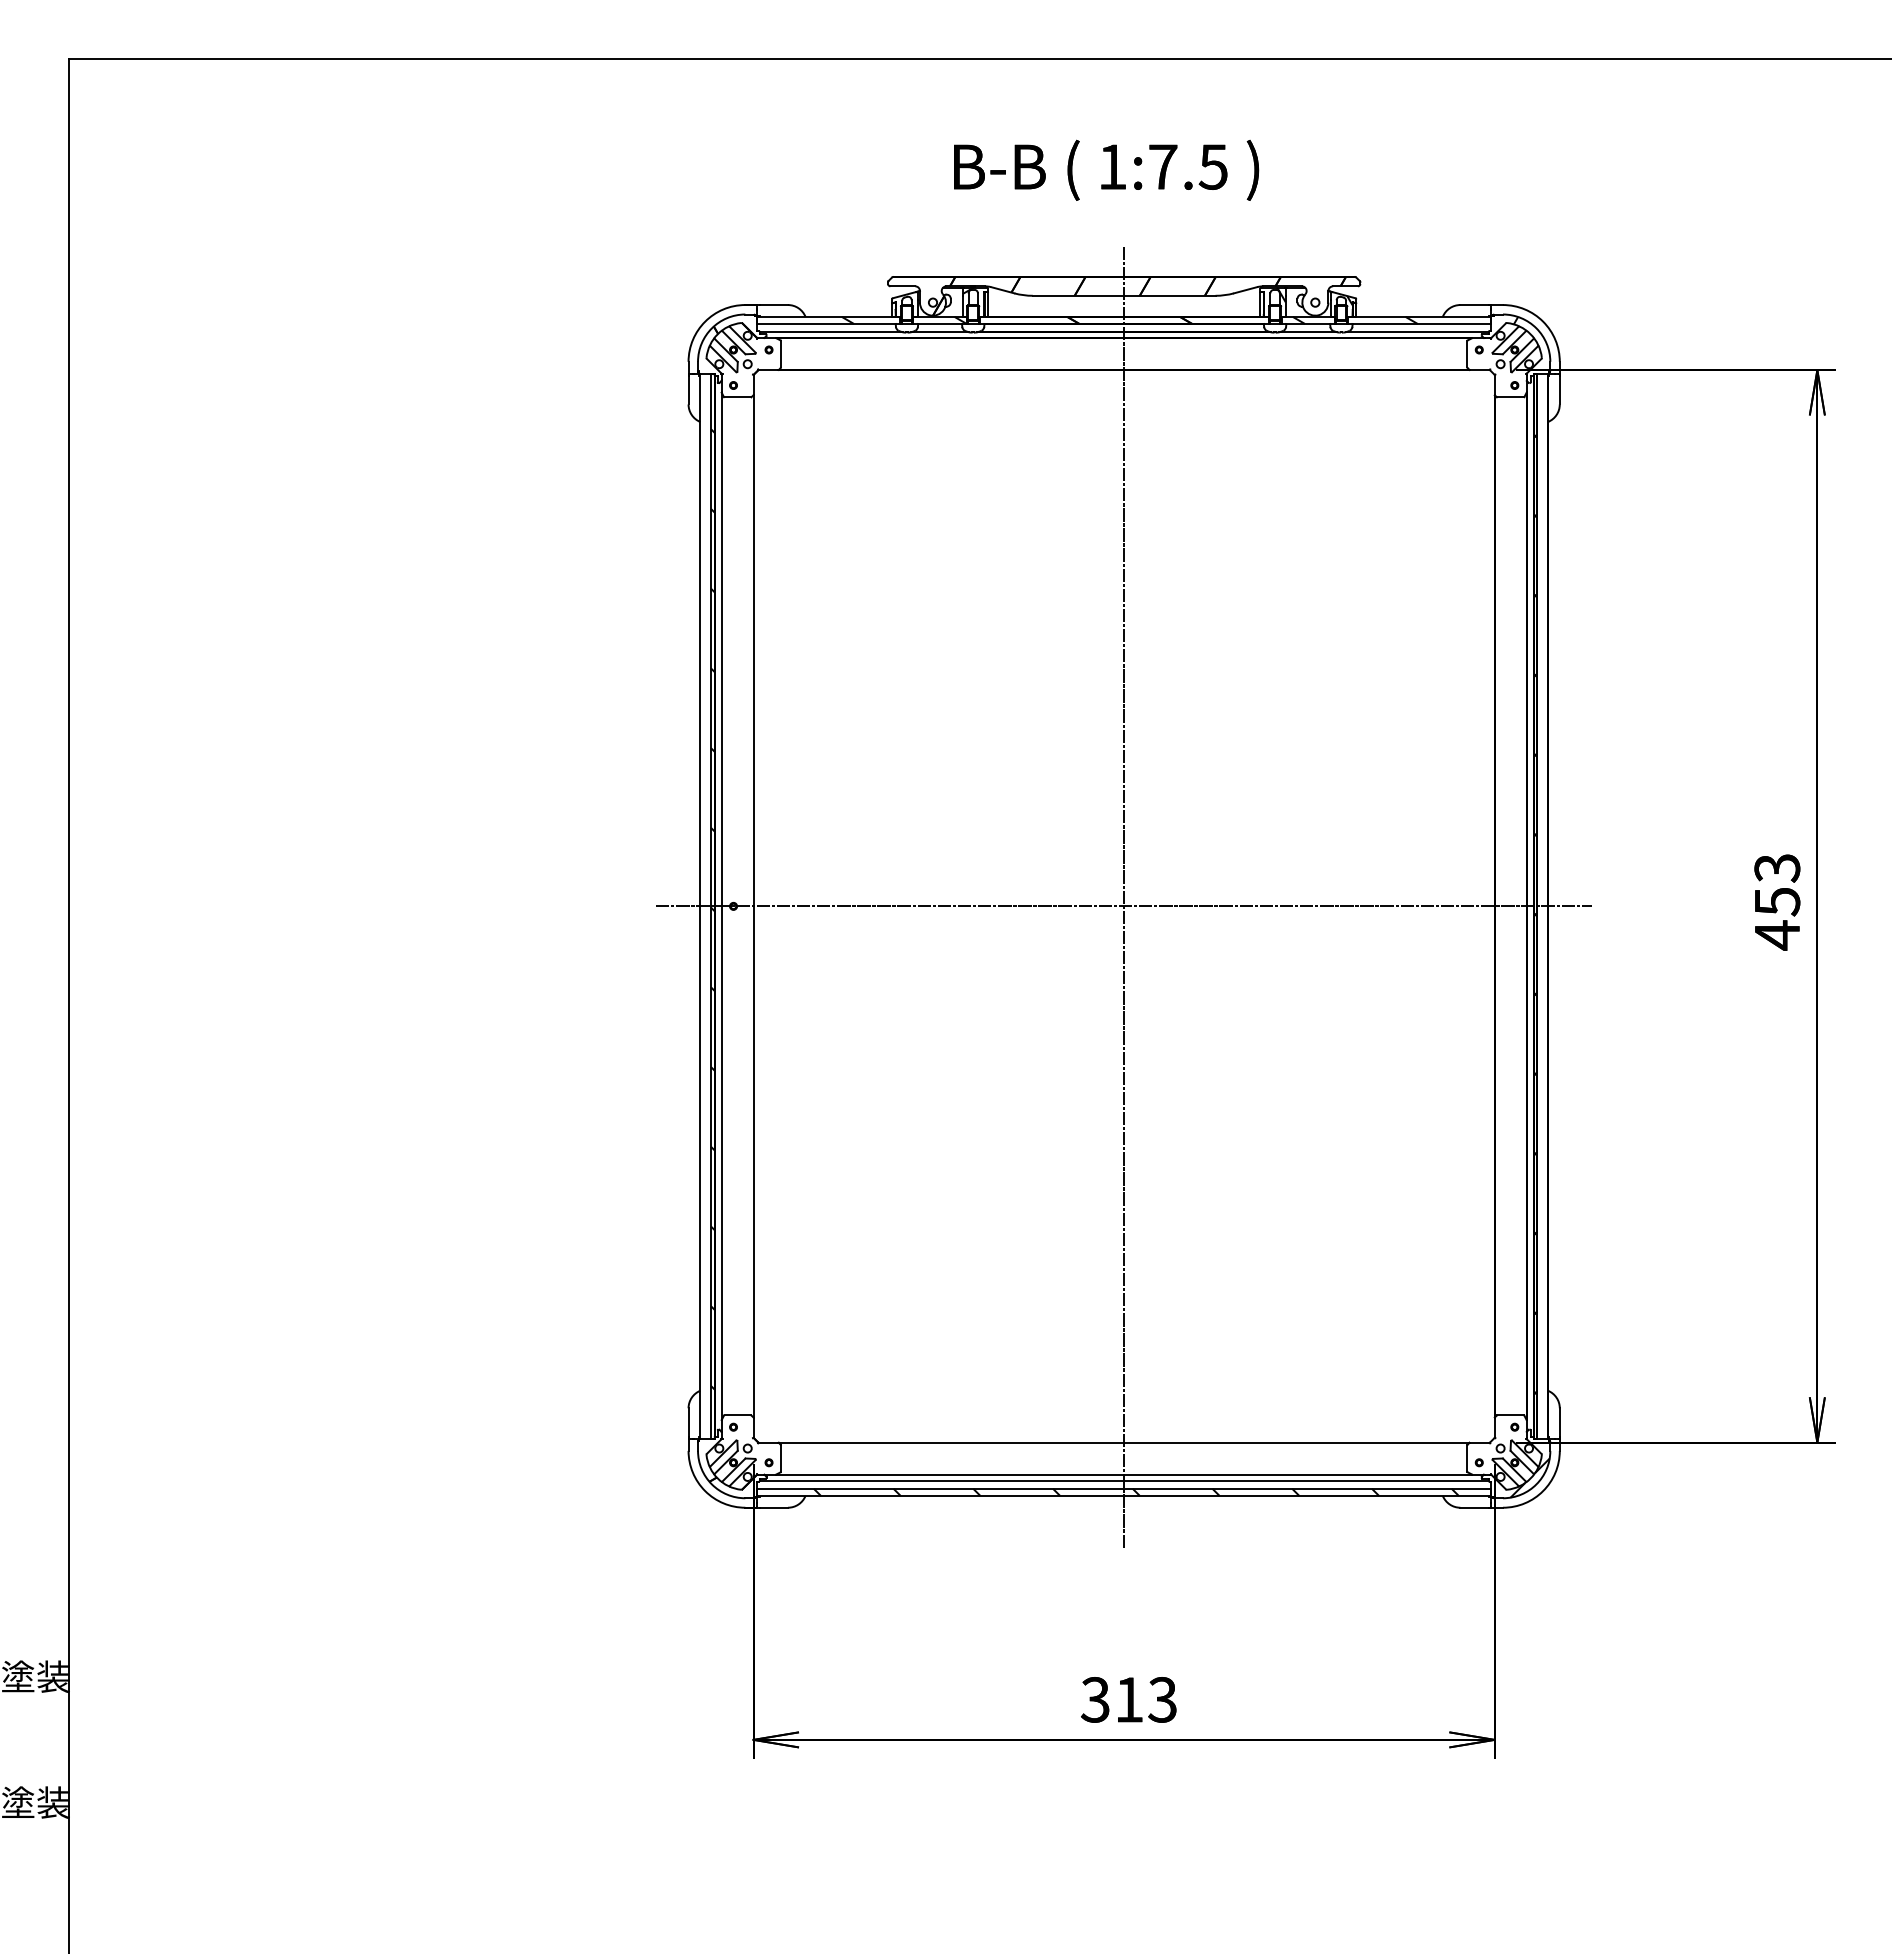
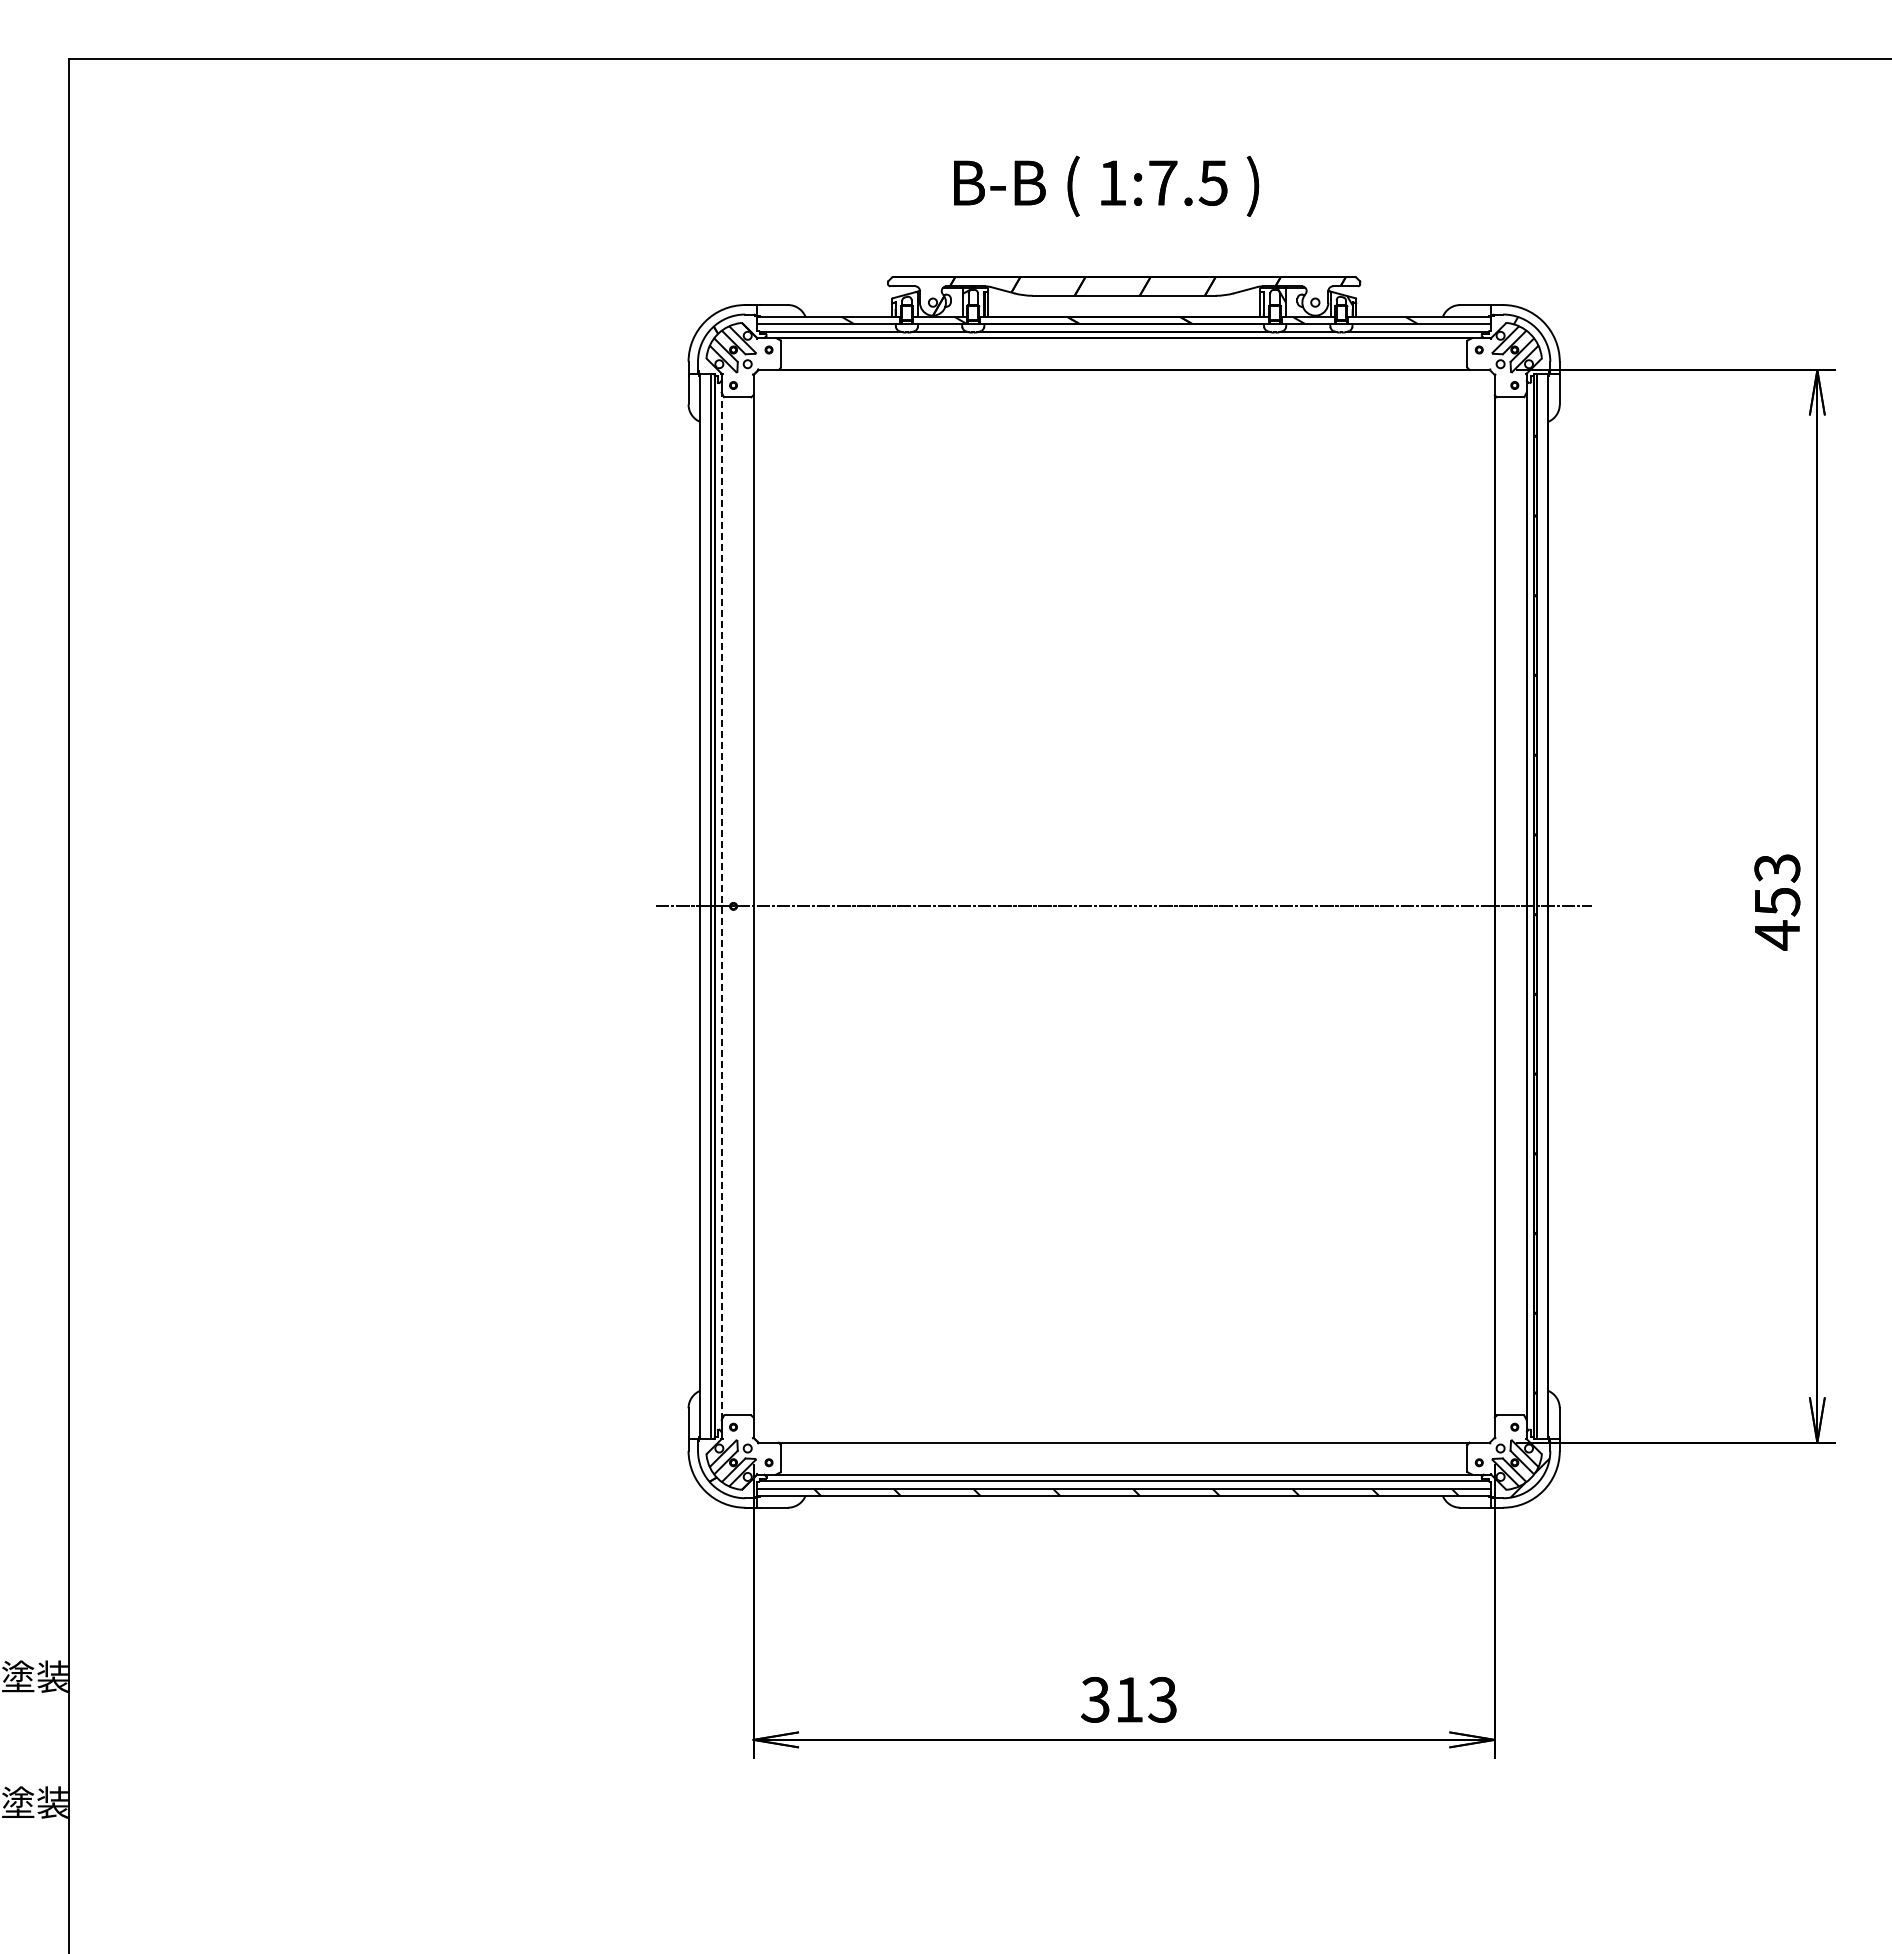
text at (1106, 169) position: (1106, 169) -> (1106, 185)
line at (1124, 897): present -> none
line at (721, 906): solid -> dashed
hatch at (712, 909): present -> none
